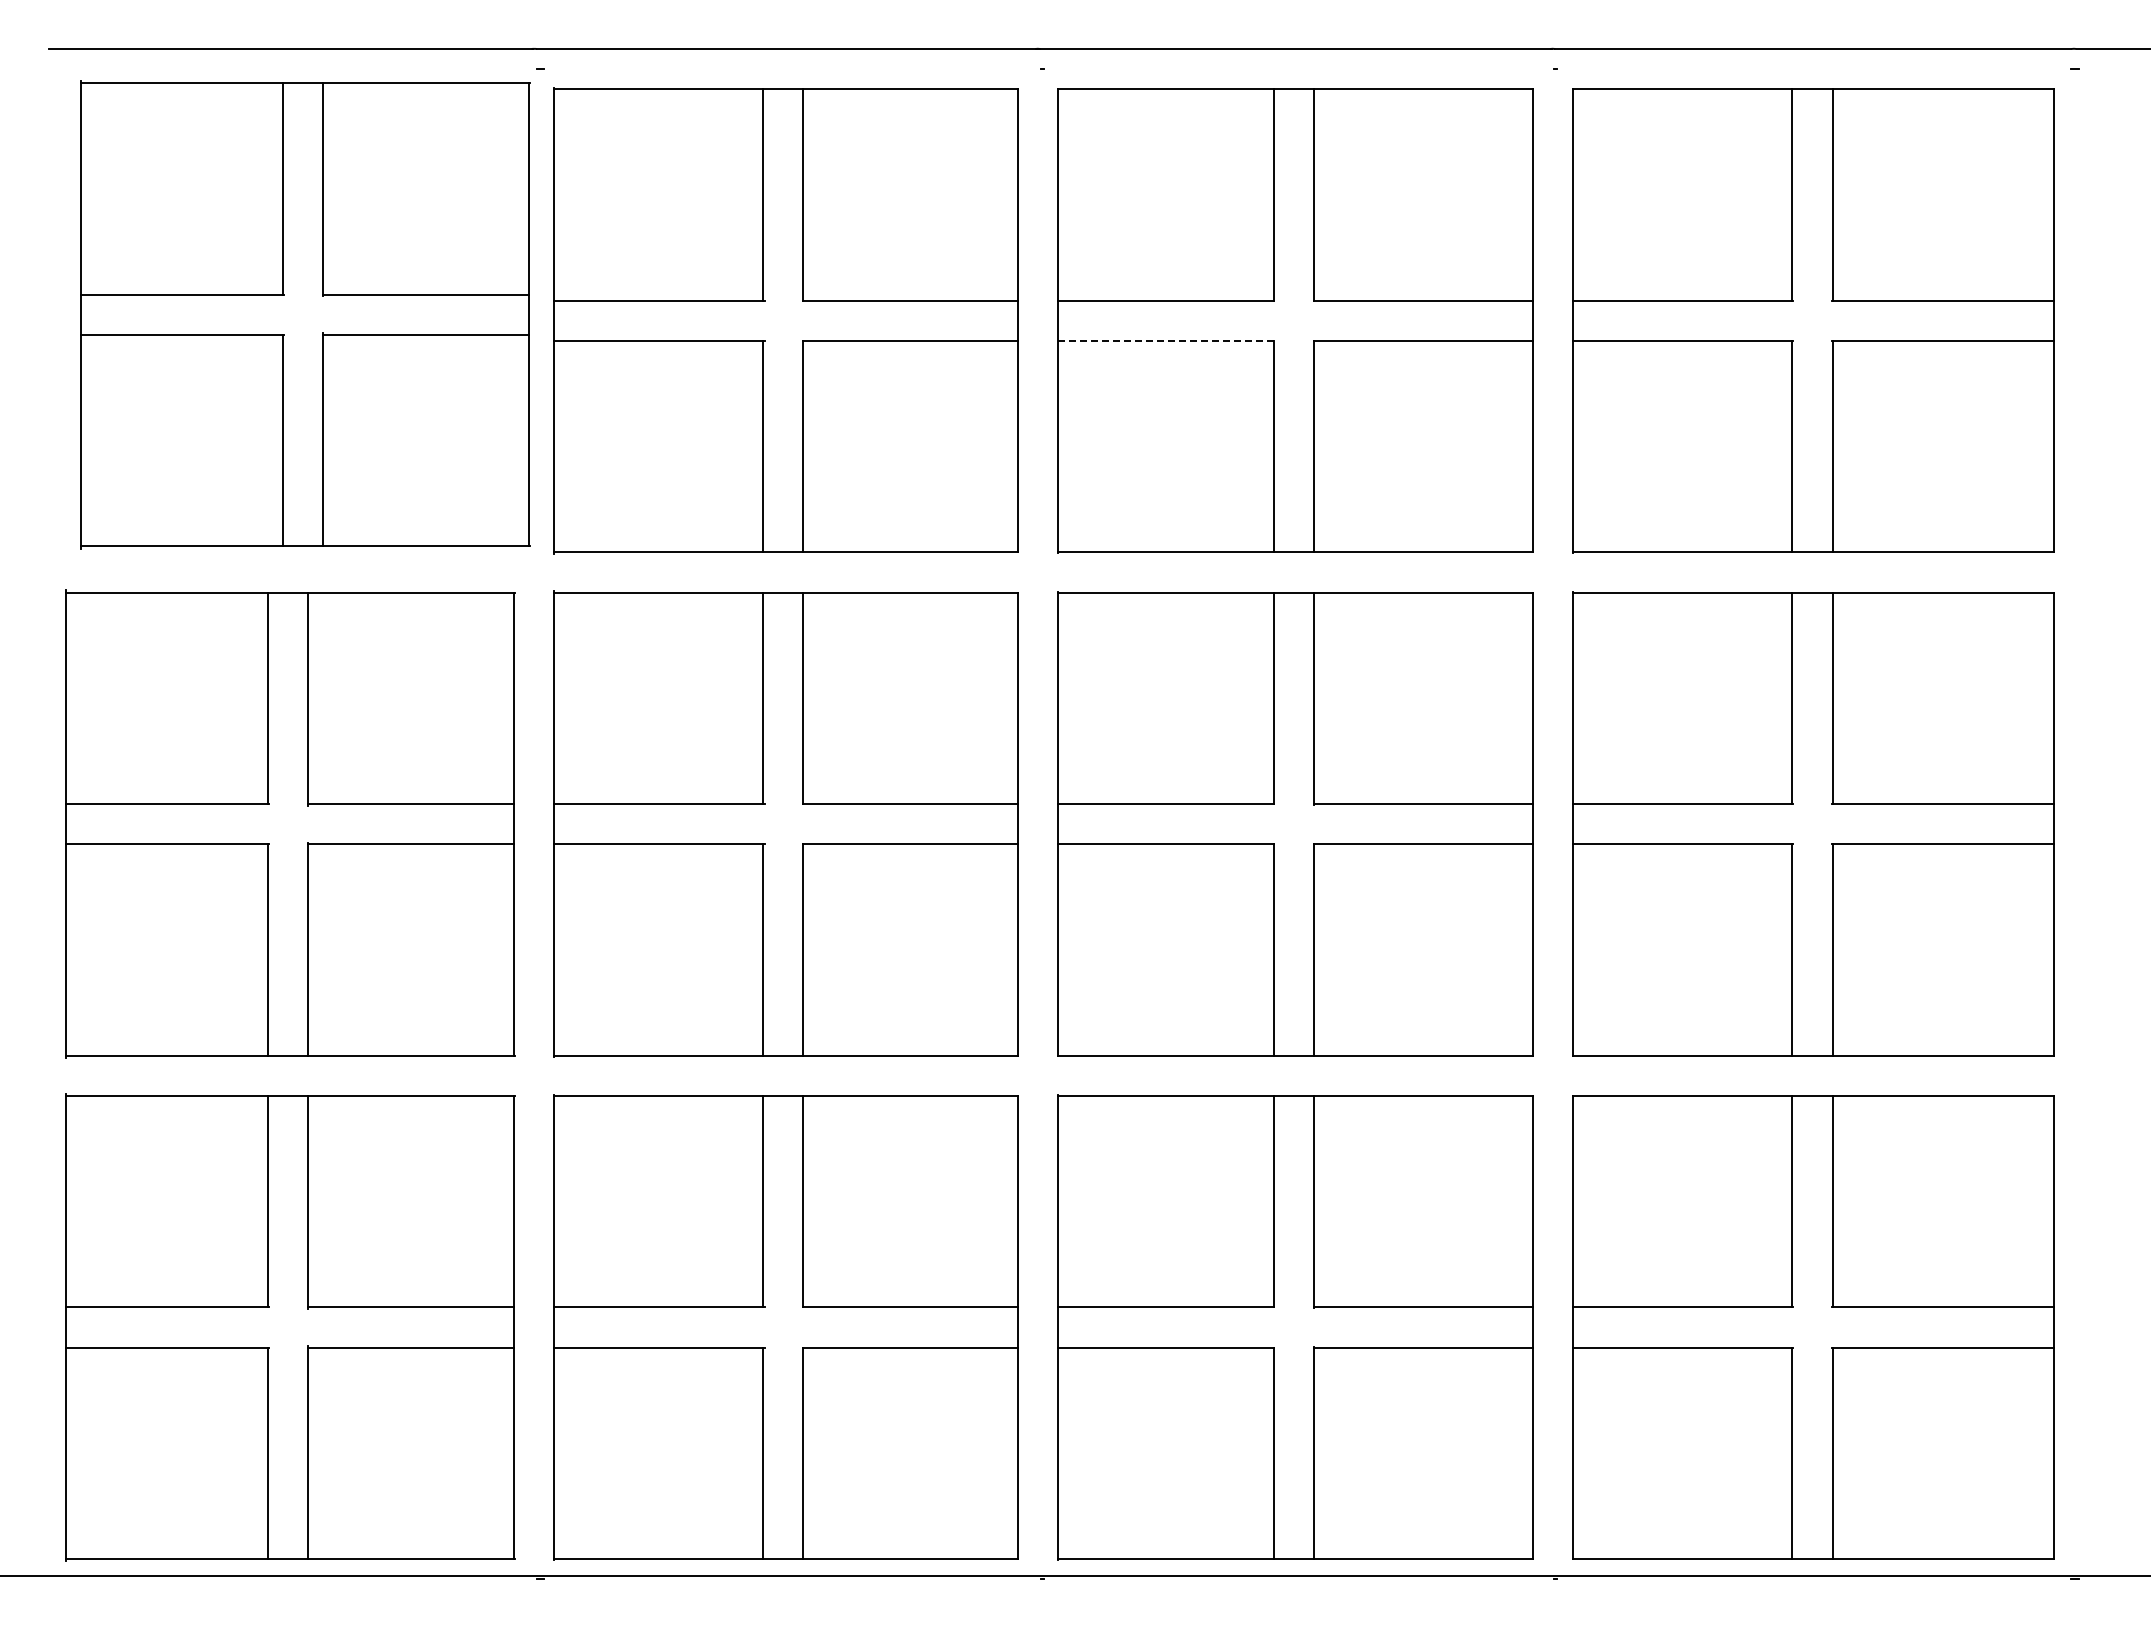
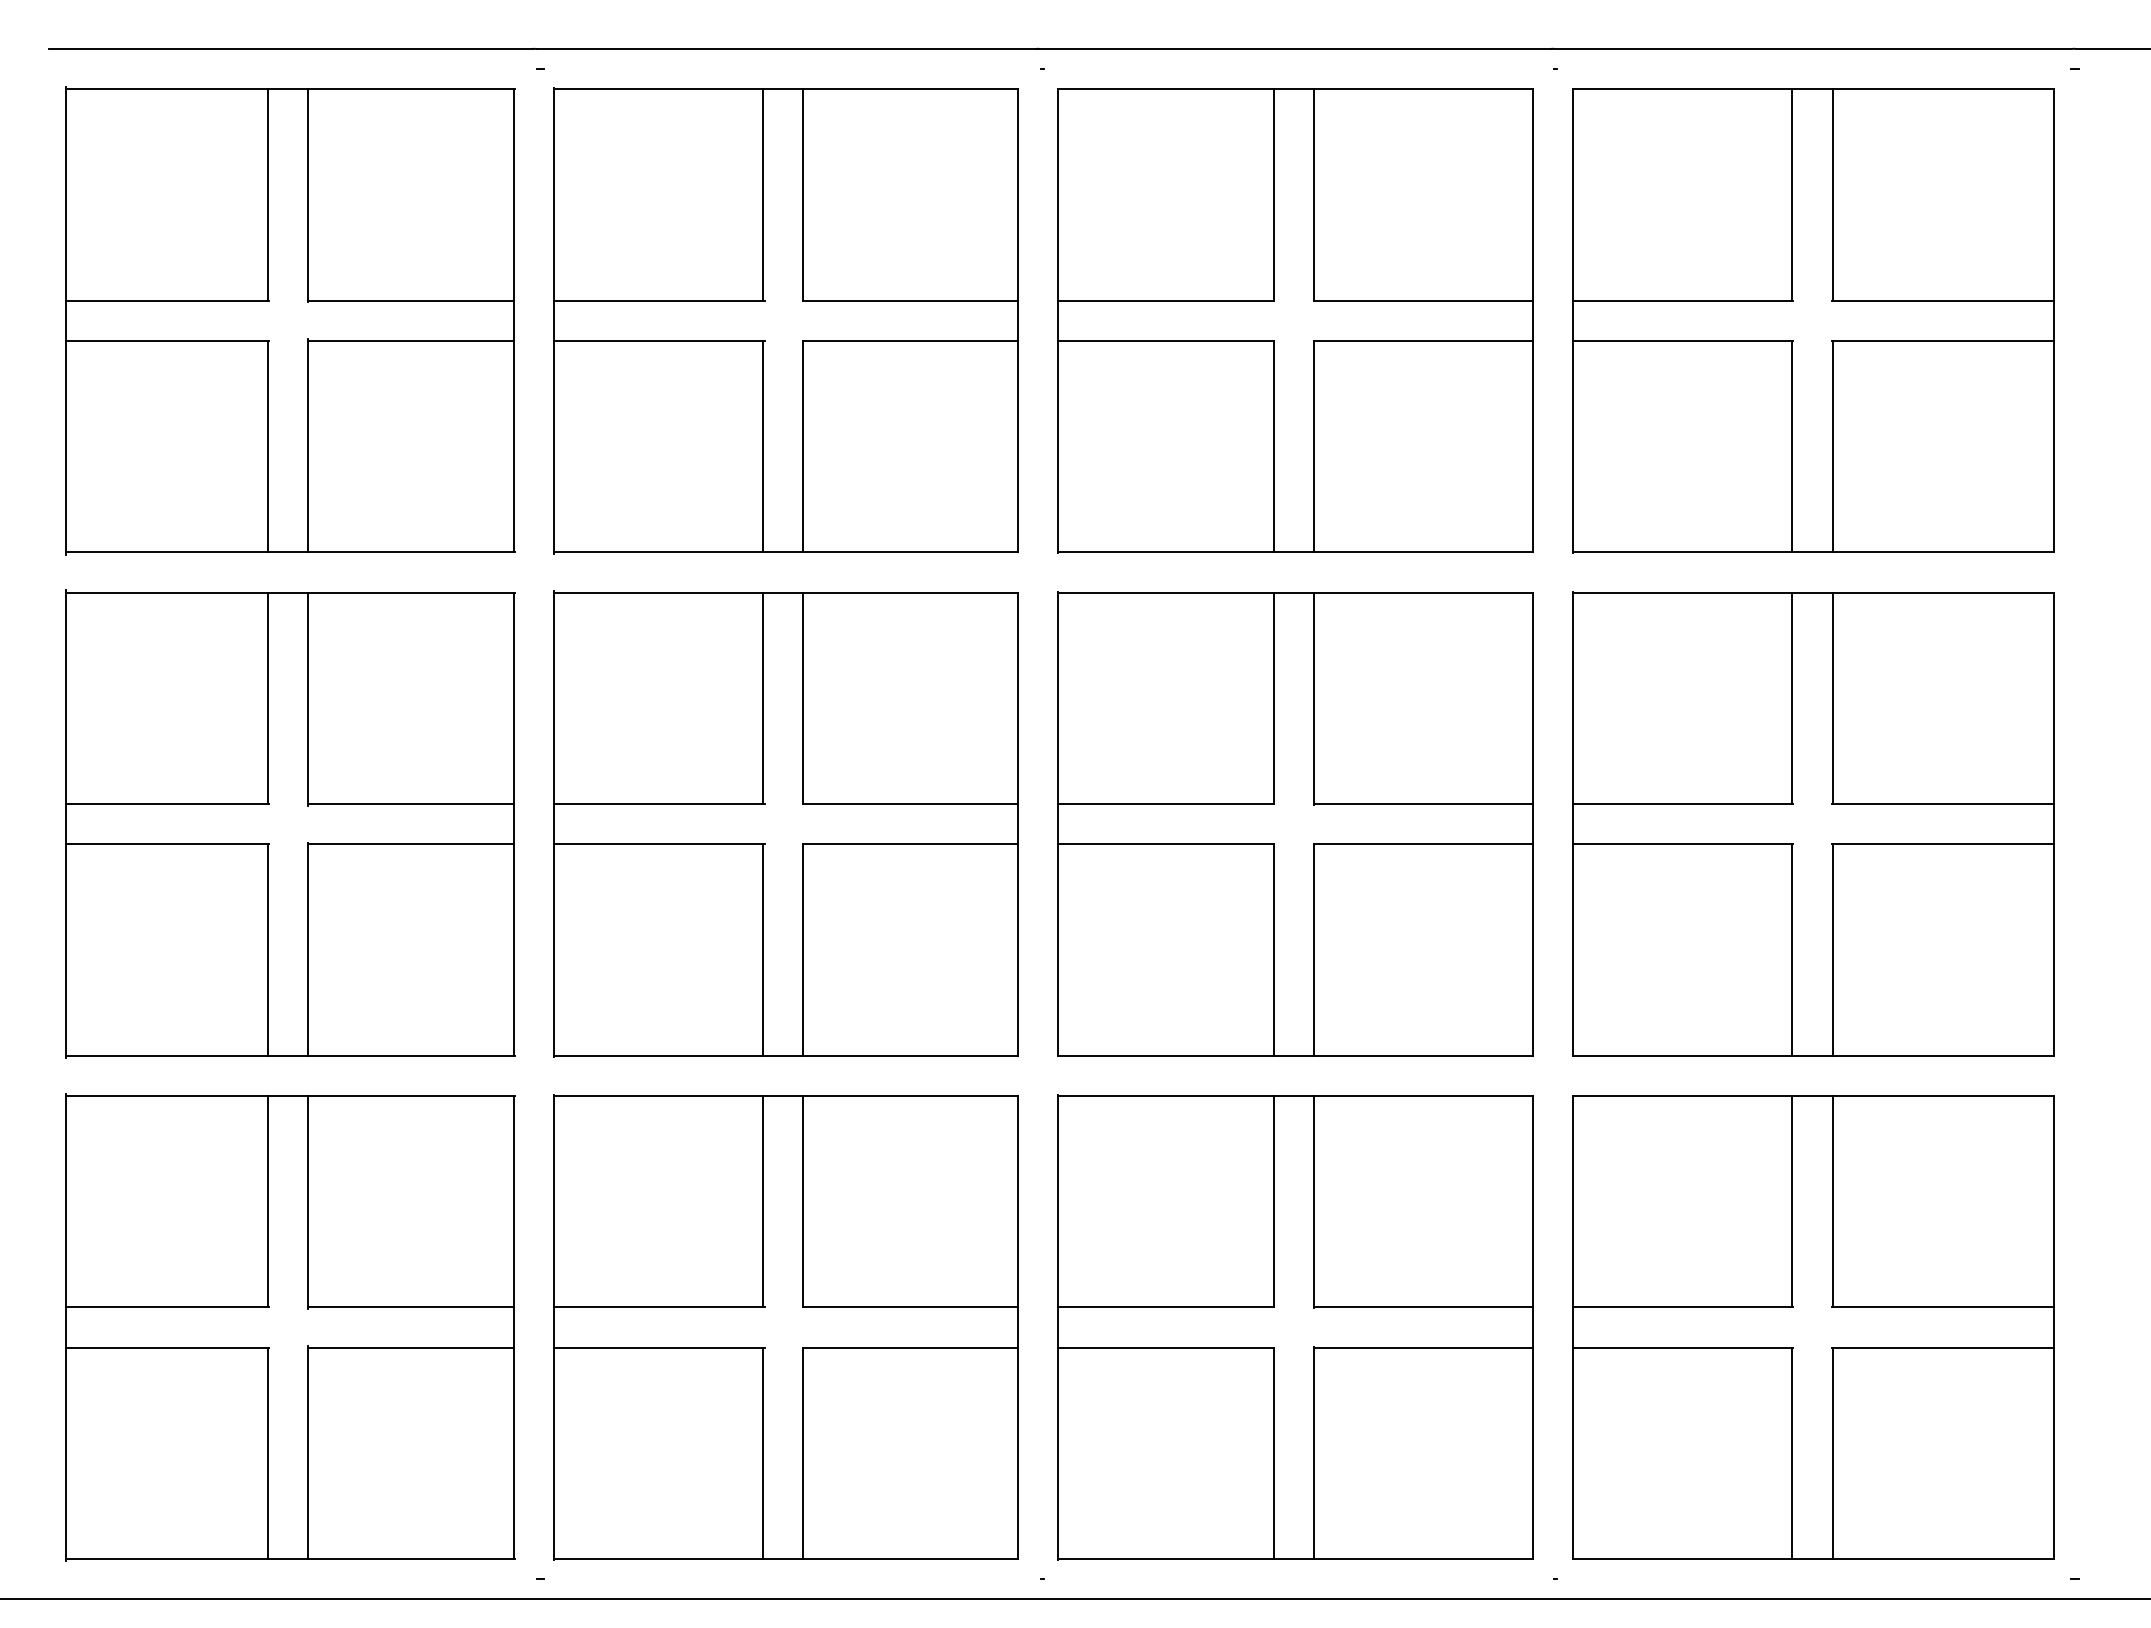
part at (305, 314) position: (305, 314) -> (290, 320)
line at (1166, 341): dashed -> solid
line at (1074, 1576) position: (1074, 1576) -> (1074, 1599)
